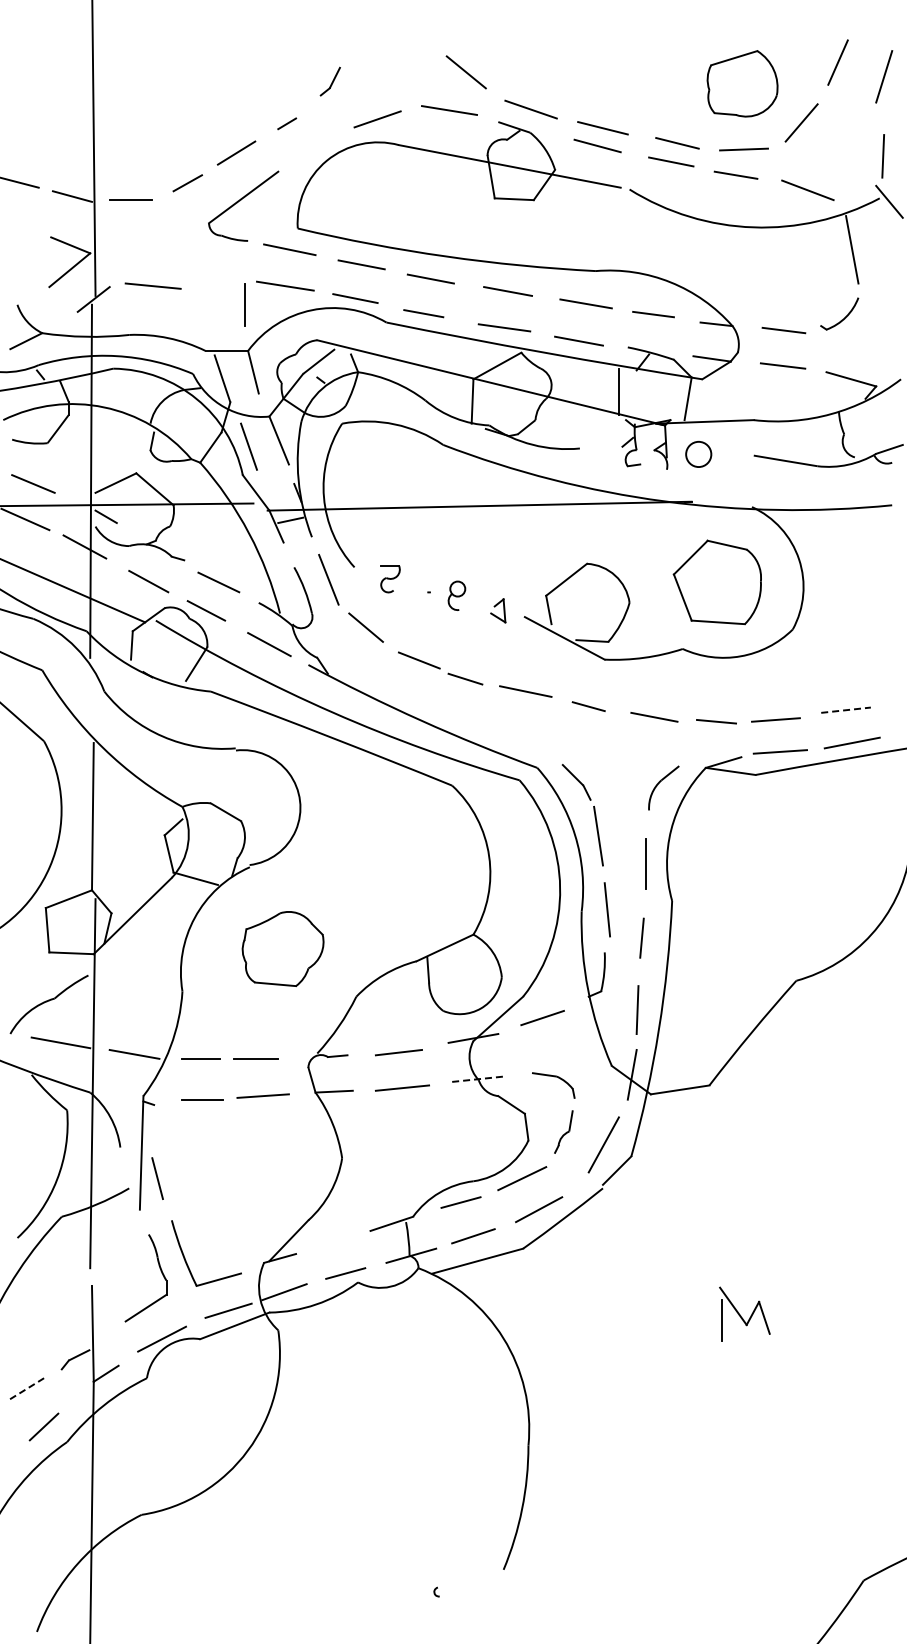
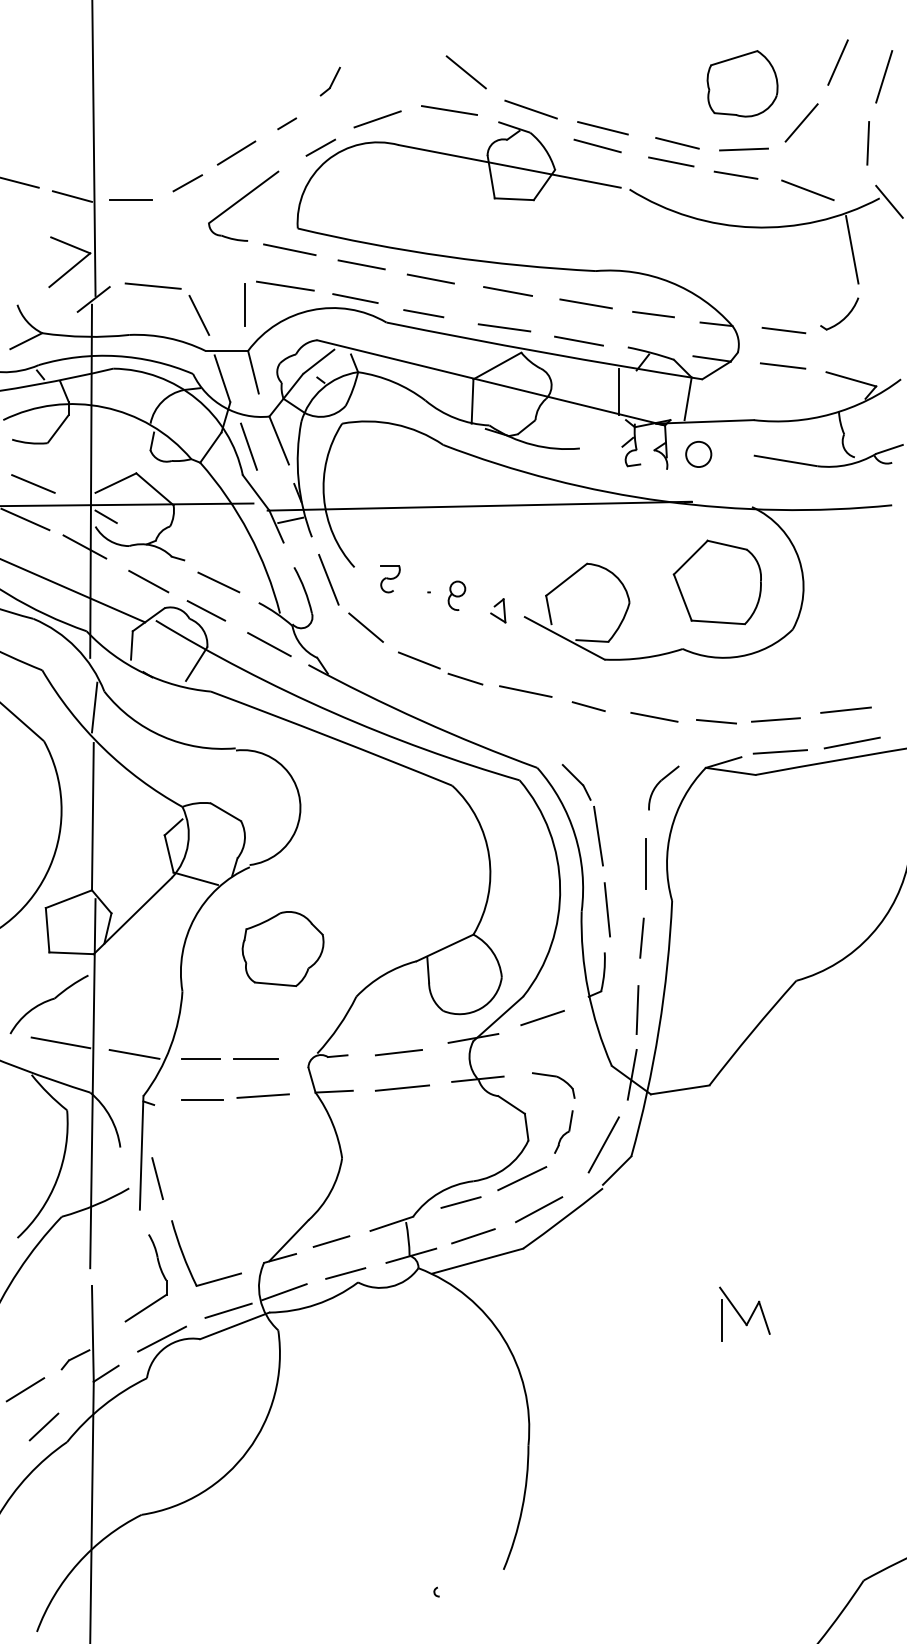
line at (320, 147): none -> present
line at (882, 156) position: (882, 156) -> (867, 143)
line at (199, 314): none -> present
line at (94, 707): none -> present
line at (846, 710): dashed -> solid
line at (477, 1079): dashed -> solid
line at (331, 1241): none -> present
line at (25, 1389): dashed -> solid
